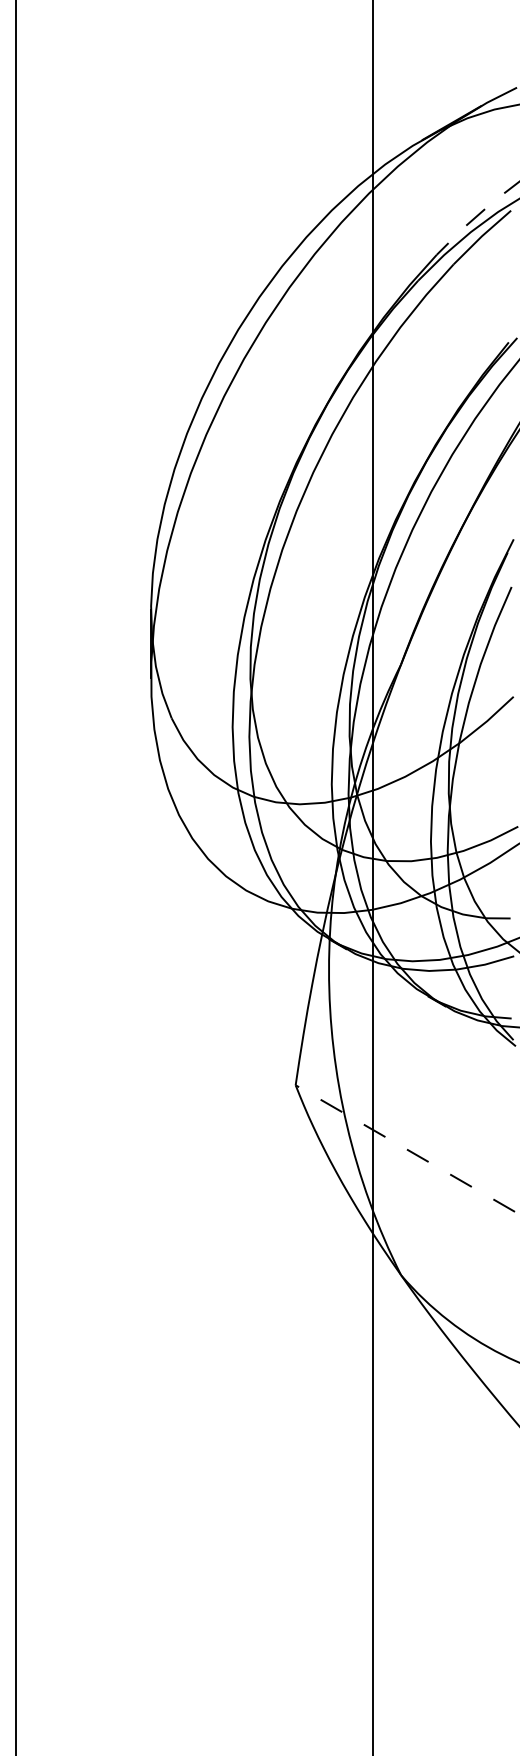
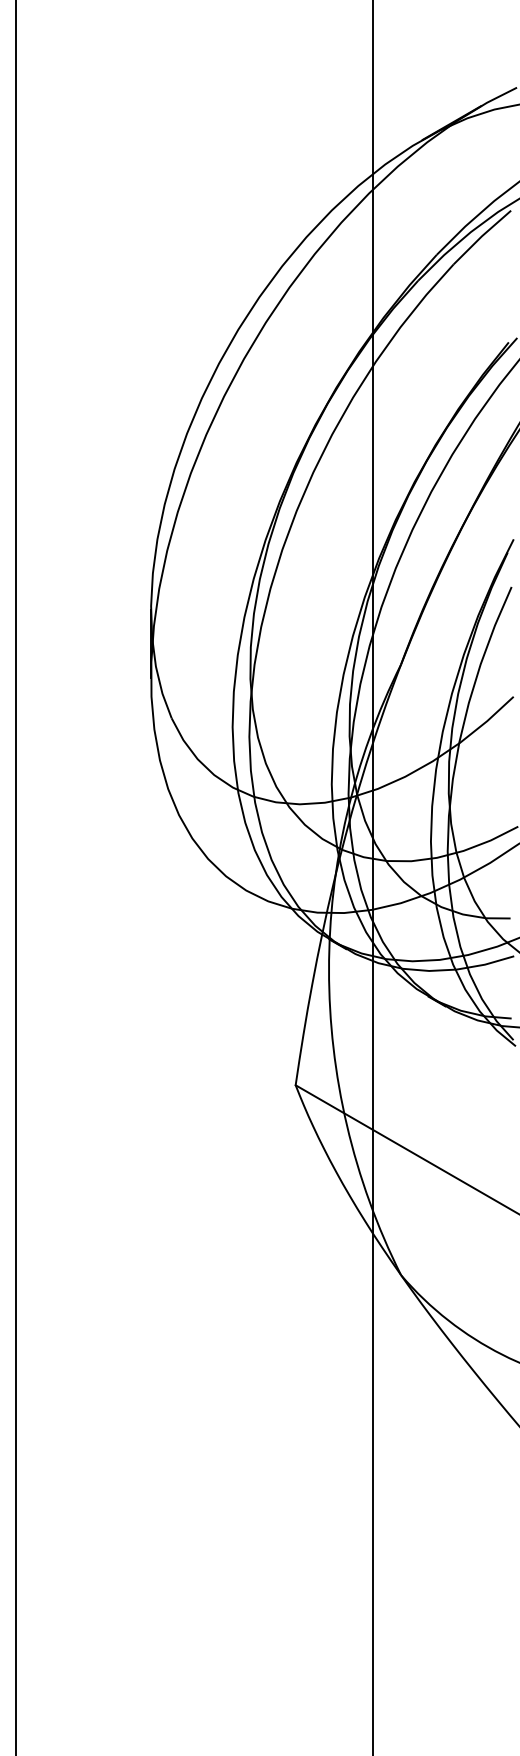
line at (476, 216): dashed -> solid
line at (407, 1149): dashed -> solid
